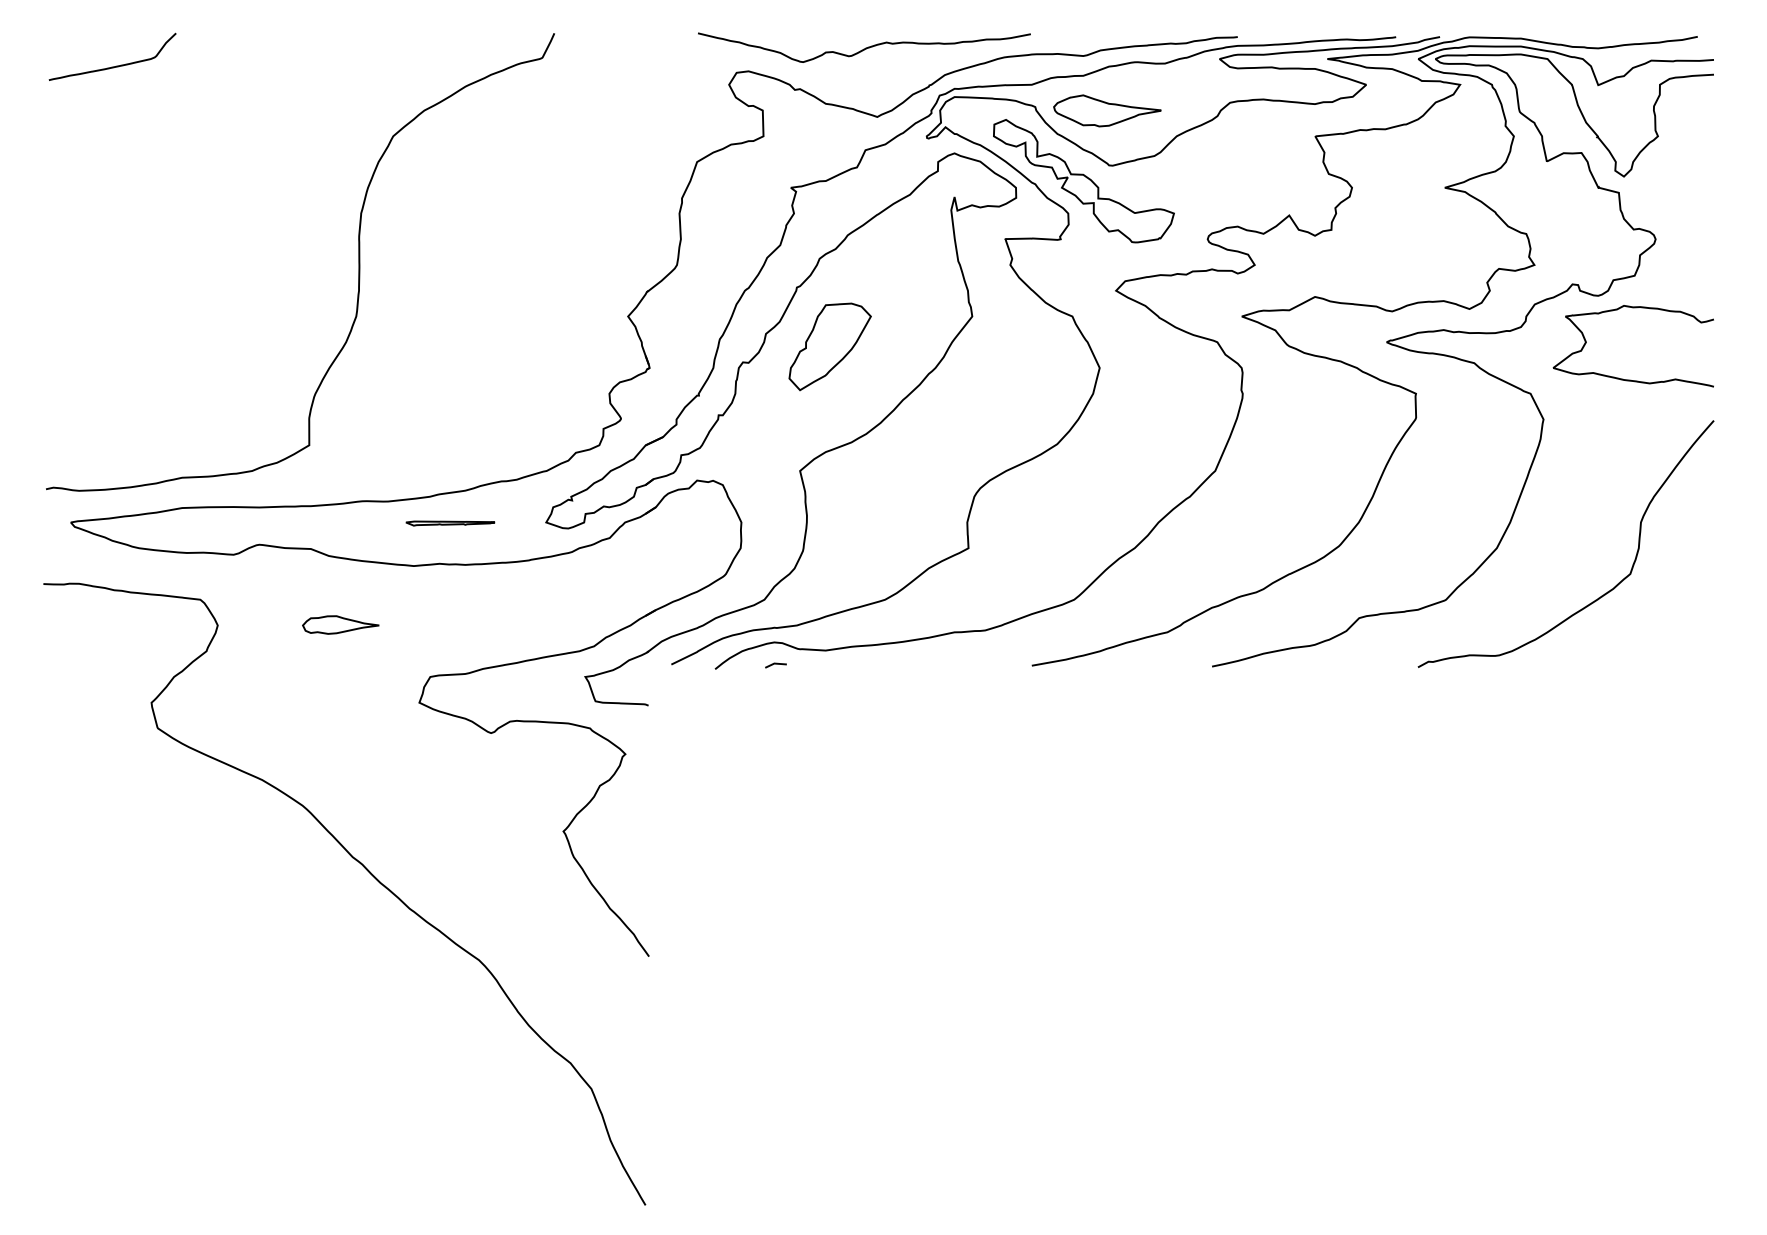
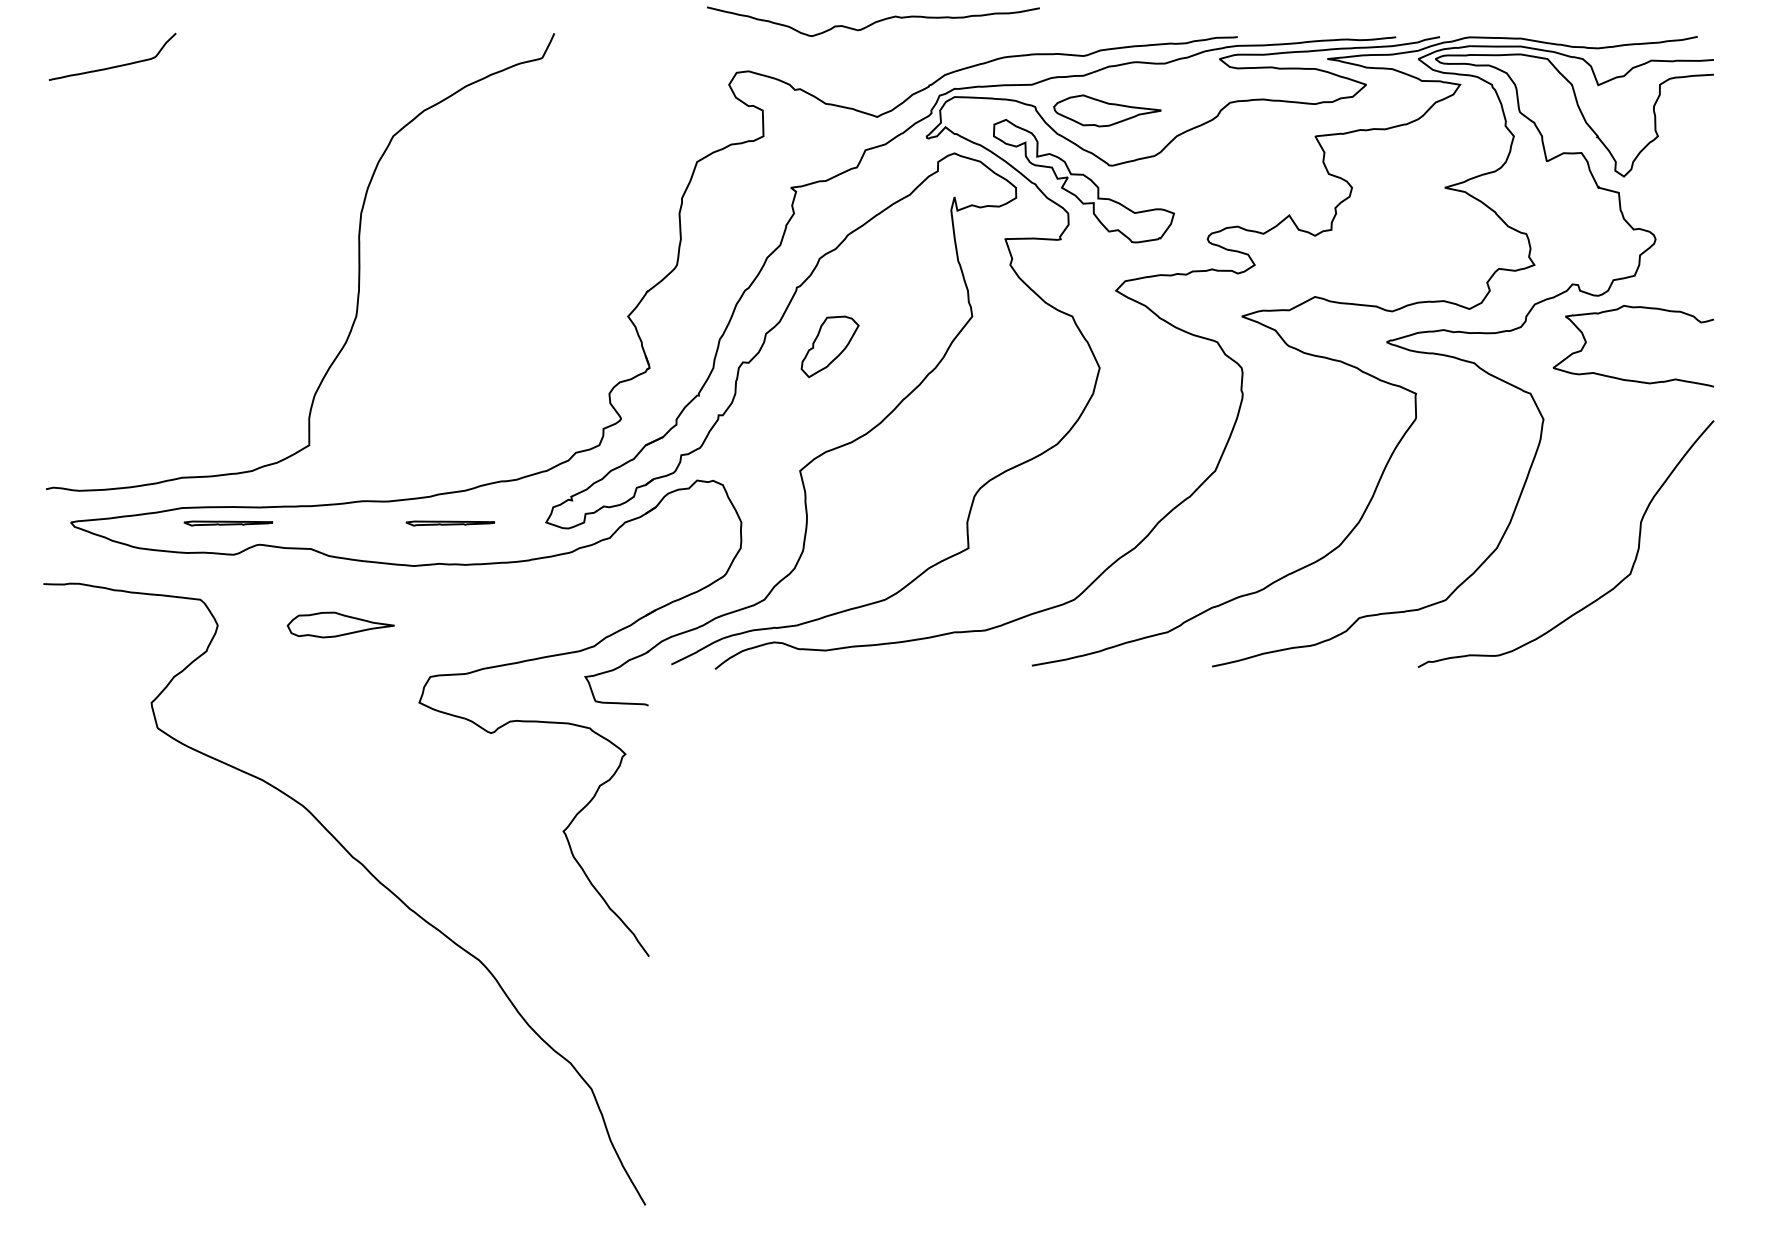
curve at (865, 47) position: (865, 47) -> (874, 21)
part at (829, 346) size: 84x90 px -> 60x64 px
part at (228, 523): none -> present
part at (340, 624) size: 78x20 px -> 109x28 px
line at (775, 664): present -> none
